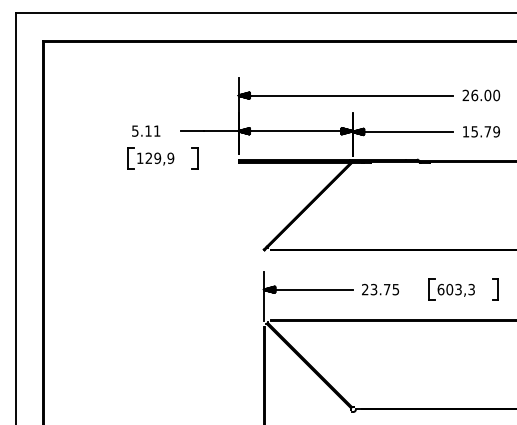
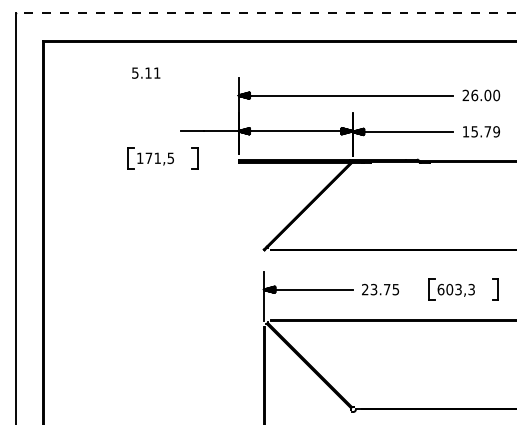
line at (265, 12): solid -> dashed
text at (146, 130) position: (146, 130) -> (146, 72)
text at (159, 157): 129,9 -> 171,5
